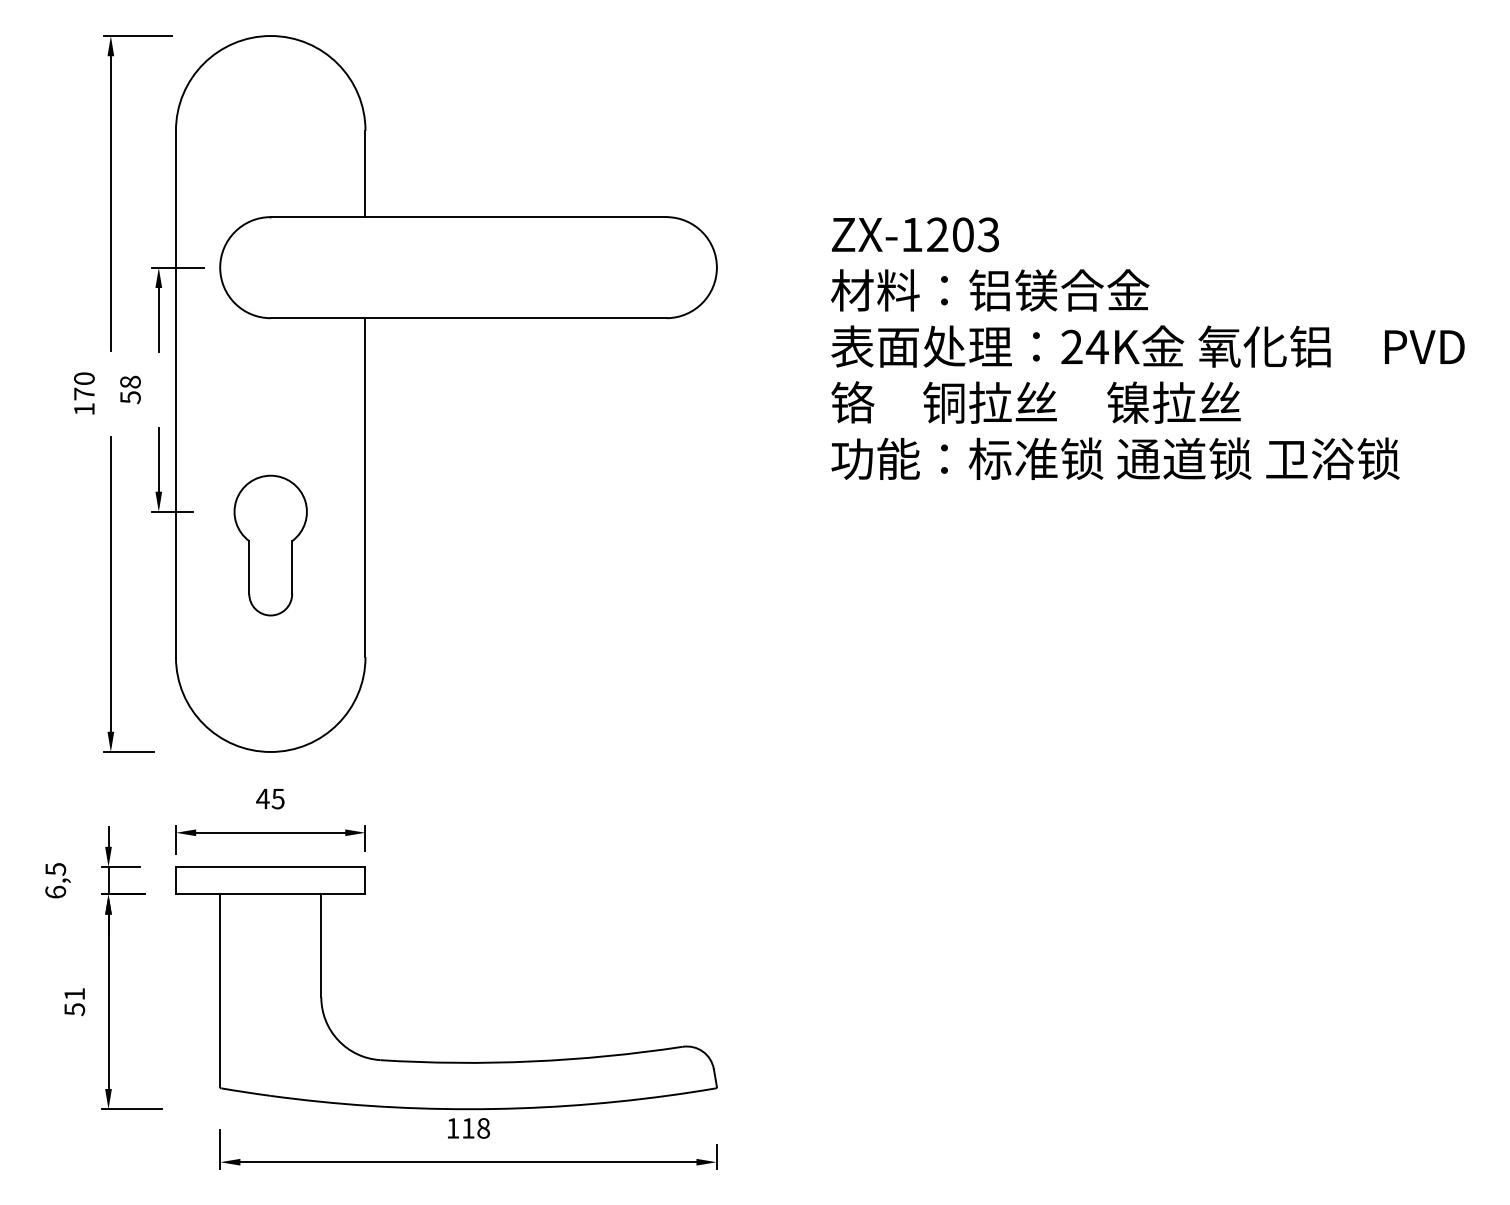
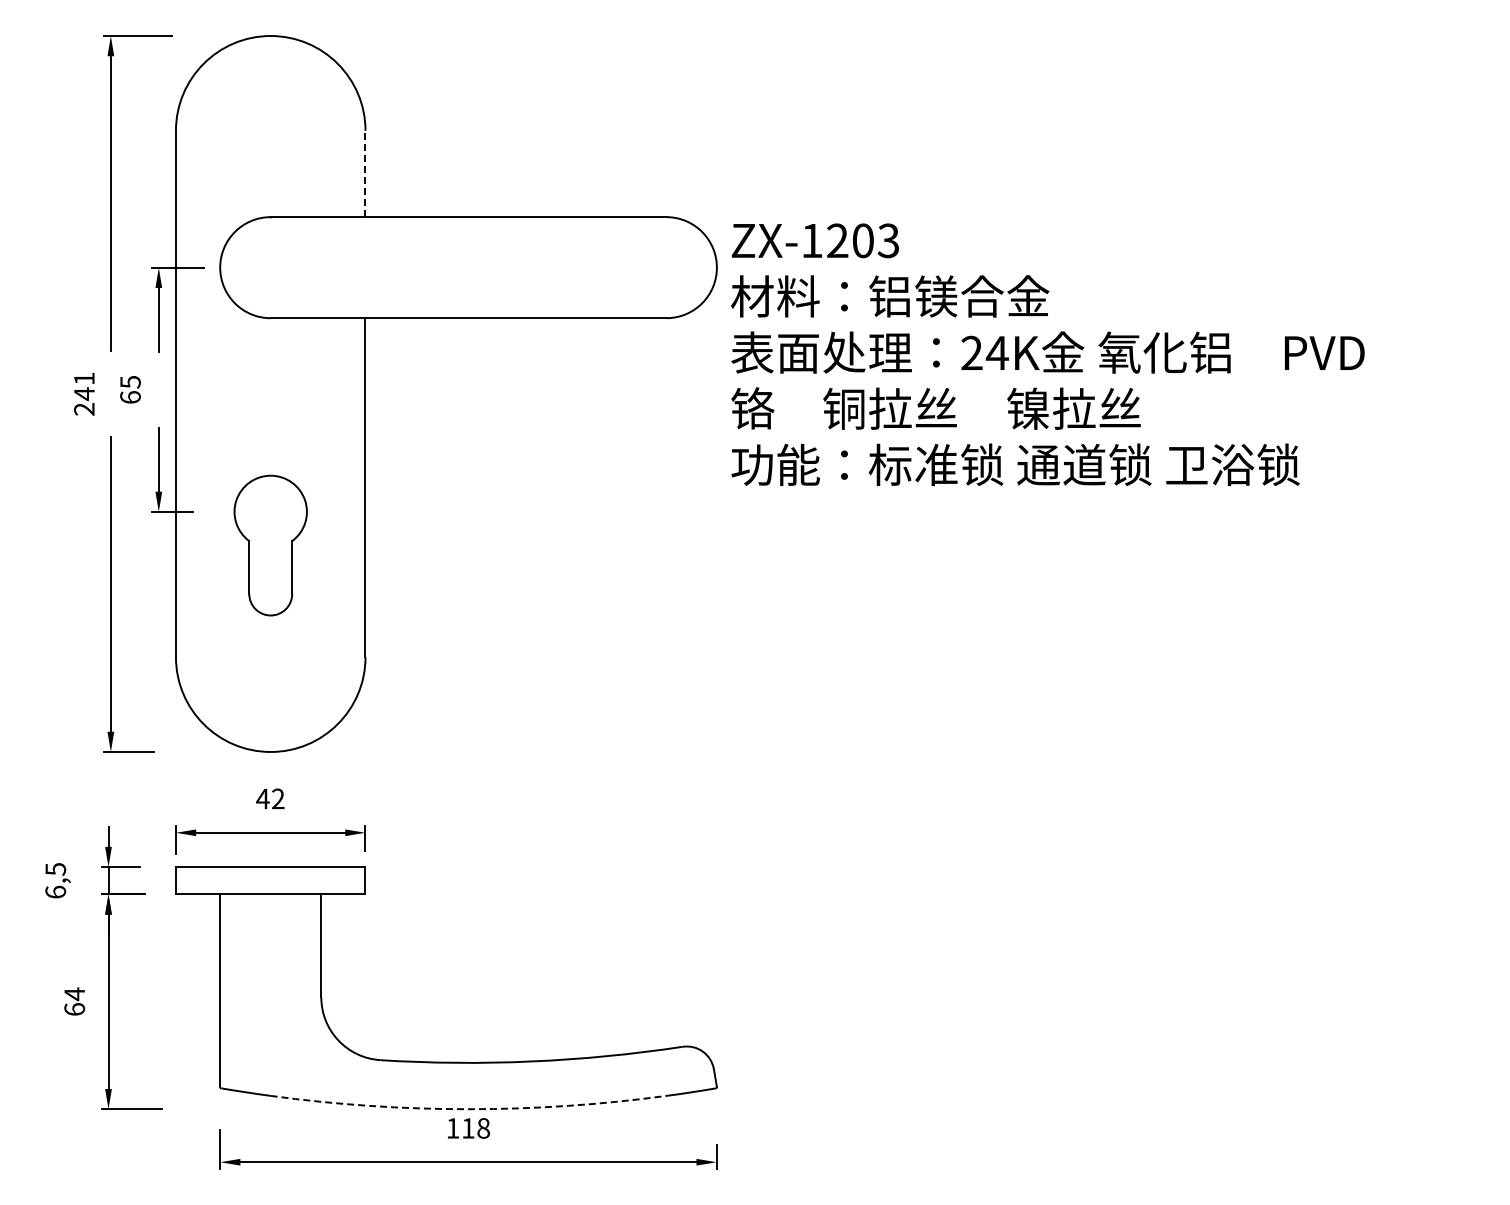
line at (365, 173): solid -> dashed
text at (1147, 348) position: (1147, 348) -> (1047, 354)
text at (130, 389): 58 -> 65
text at (84, 393): 170 -> 241
text at (277, 798): 45 -> 42
text at (74, 1001): 51 -> 64
arc at (468, 1109): solid -> dashed
